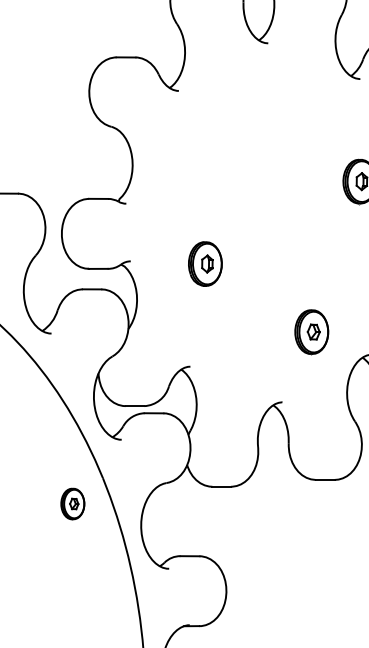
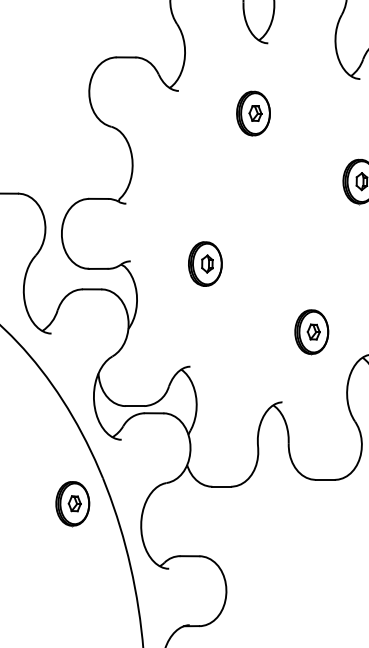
part at (253, 113): none -> present
part at (72, 503) size: 26x34 px -> 36x47 px
